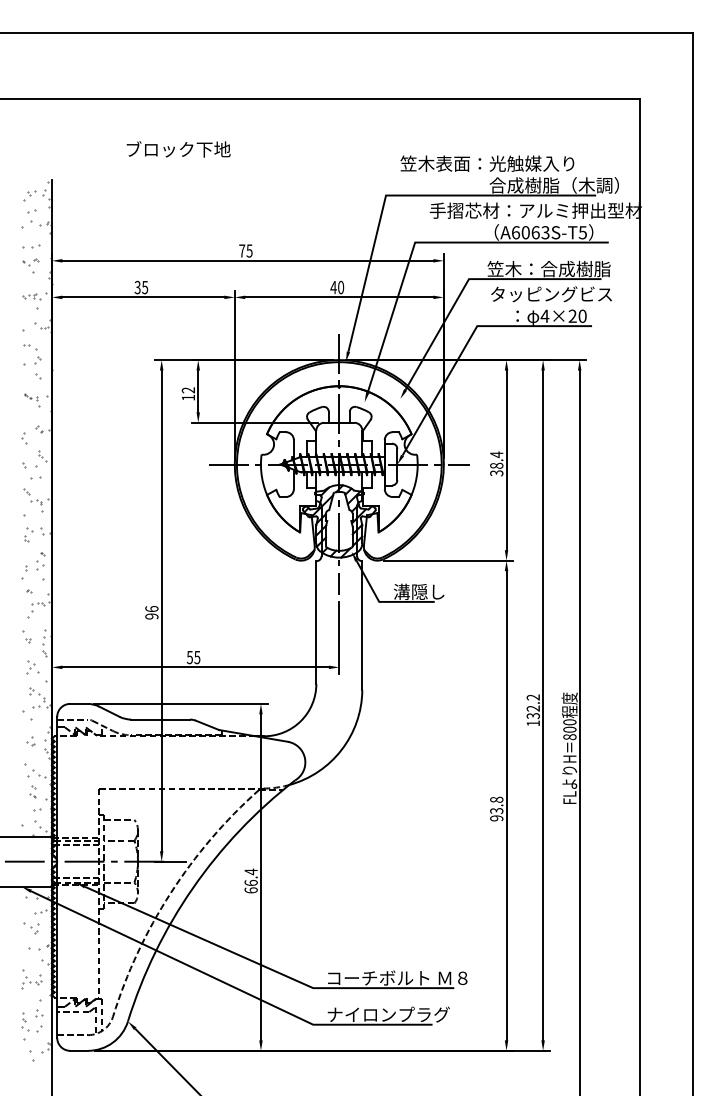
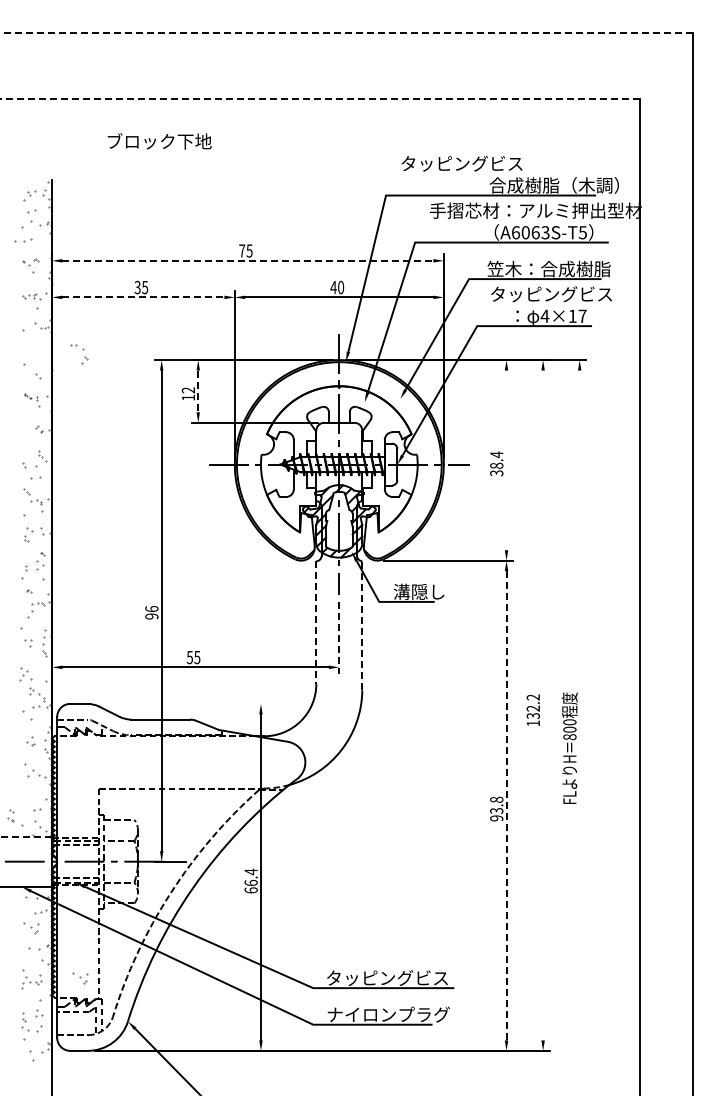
line at (346, 32): solid -> dashed
line at (320, 98): solid -> dashed
text at (178, 149) position: (178, 149) -> (159, 141)
text at (487, 163): 笠木表面：光触媒入り -> タッピングビス
part at (31, 246) position: (31, 246) -> (23, 240)
line at (248, 260): solid -> dashed
line at (143, 297): solid -> dashed
text at (577, 315): 4×20 -> 4×17
part at (32, 354) position: (32, 354) -> (79, 354)
line at (198, 391): solid -> dashed
part at (24, 438): present -> none
line at (506, 460): present -> none
line at (316, 623): solid -> dashed
line at (362, 625): solid -> dashed
part at (26, 636) size: 10x14 px -> 13x21 px
line at (339, 638): solid -> dashed
part at (32, 667) position: (32, 667) -> (25, 674)
line at (180, 703): present -> none
line at (543, 705): present -> none
line at (579, 731): present -> none
part at (32, 791) position: (32, 791) -> (10, 815)
line at (506, 805): solid -> dashed
line at (26, 836): solid -> dashed
text at (397, 977): コーチボルト Ｍ８ -> タッピングビス
part at (80, 978): none -> present
